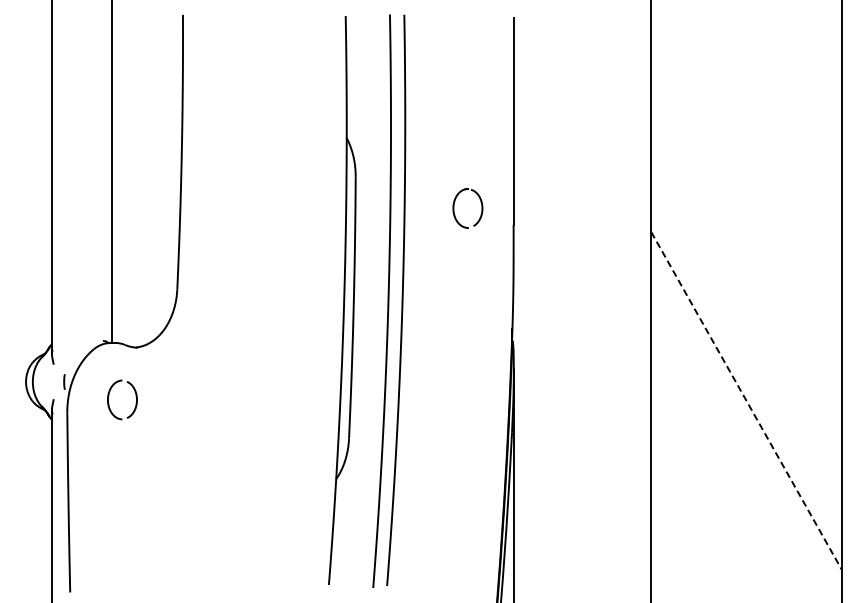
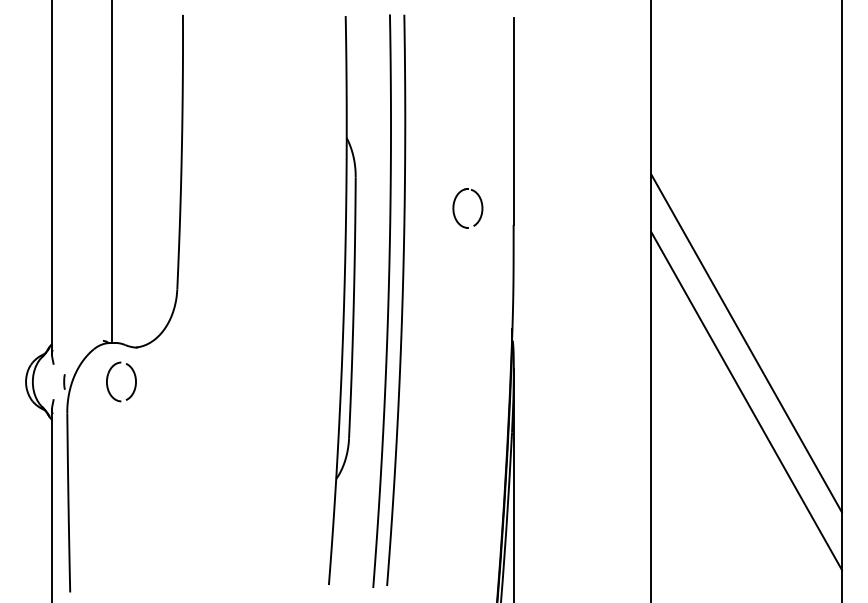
line at (746, 343): none -> present
part at (109, 396) position: (109, 396) -> (108, 378)
line at (746, 401): dashed -> solid
